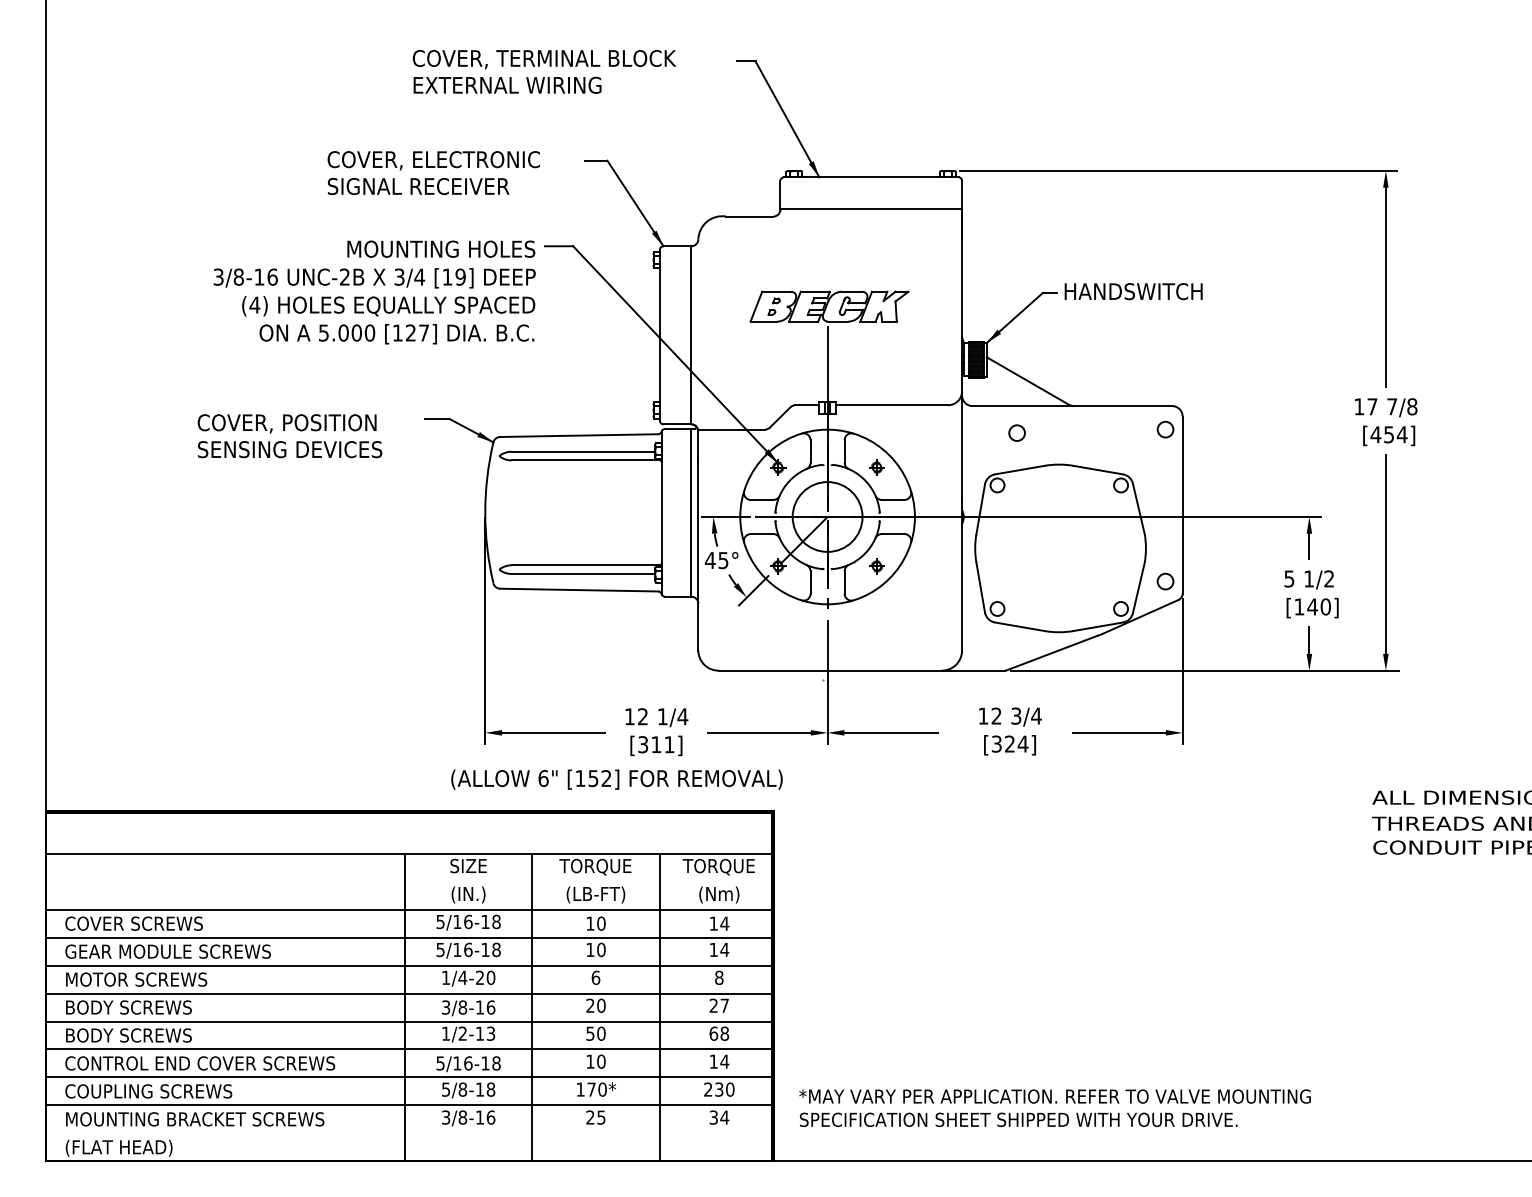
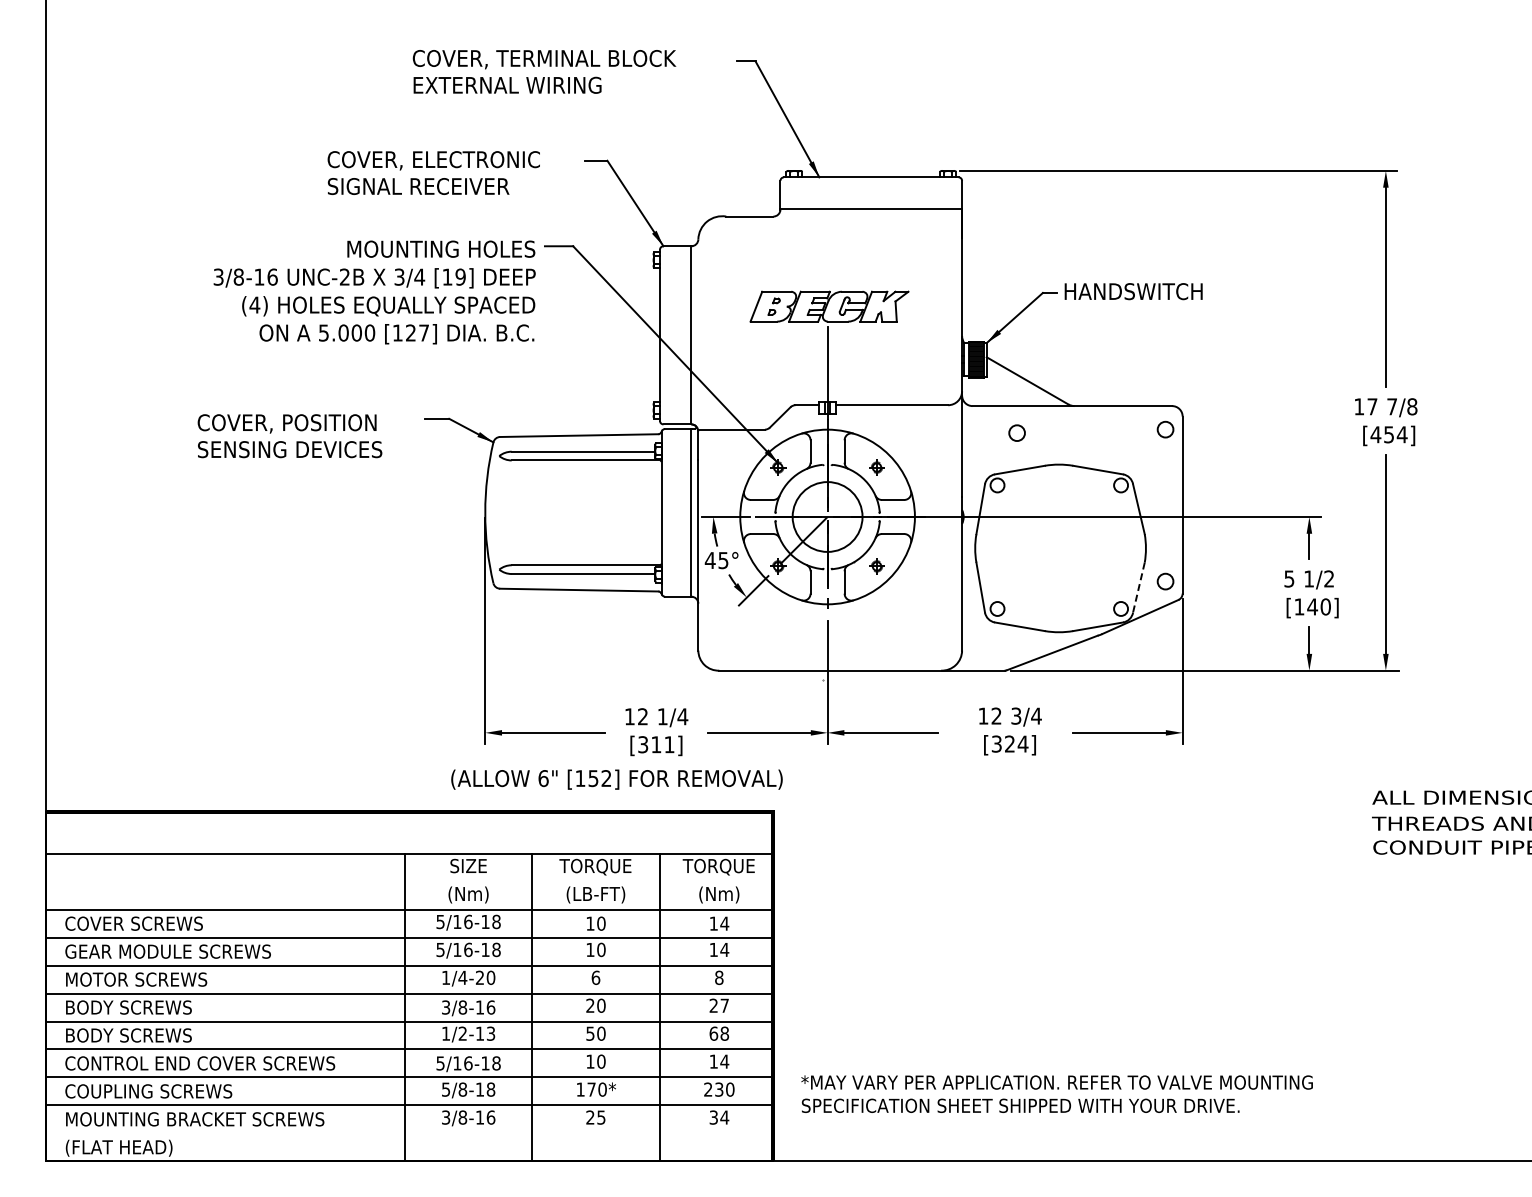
line at (1138, 587): solid -> dashed
text at (468, 894): (IN.) -> (Nm)
text at (1054, 1107) position: (1054, 1107) -> (1056, 1093)
